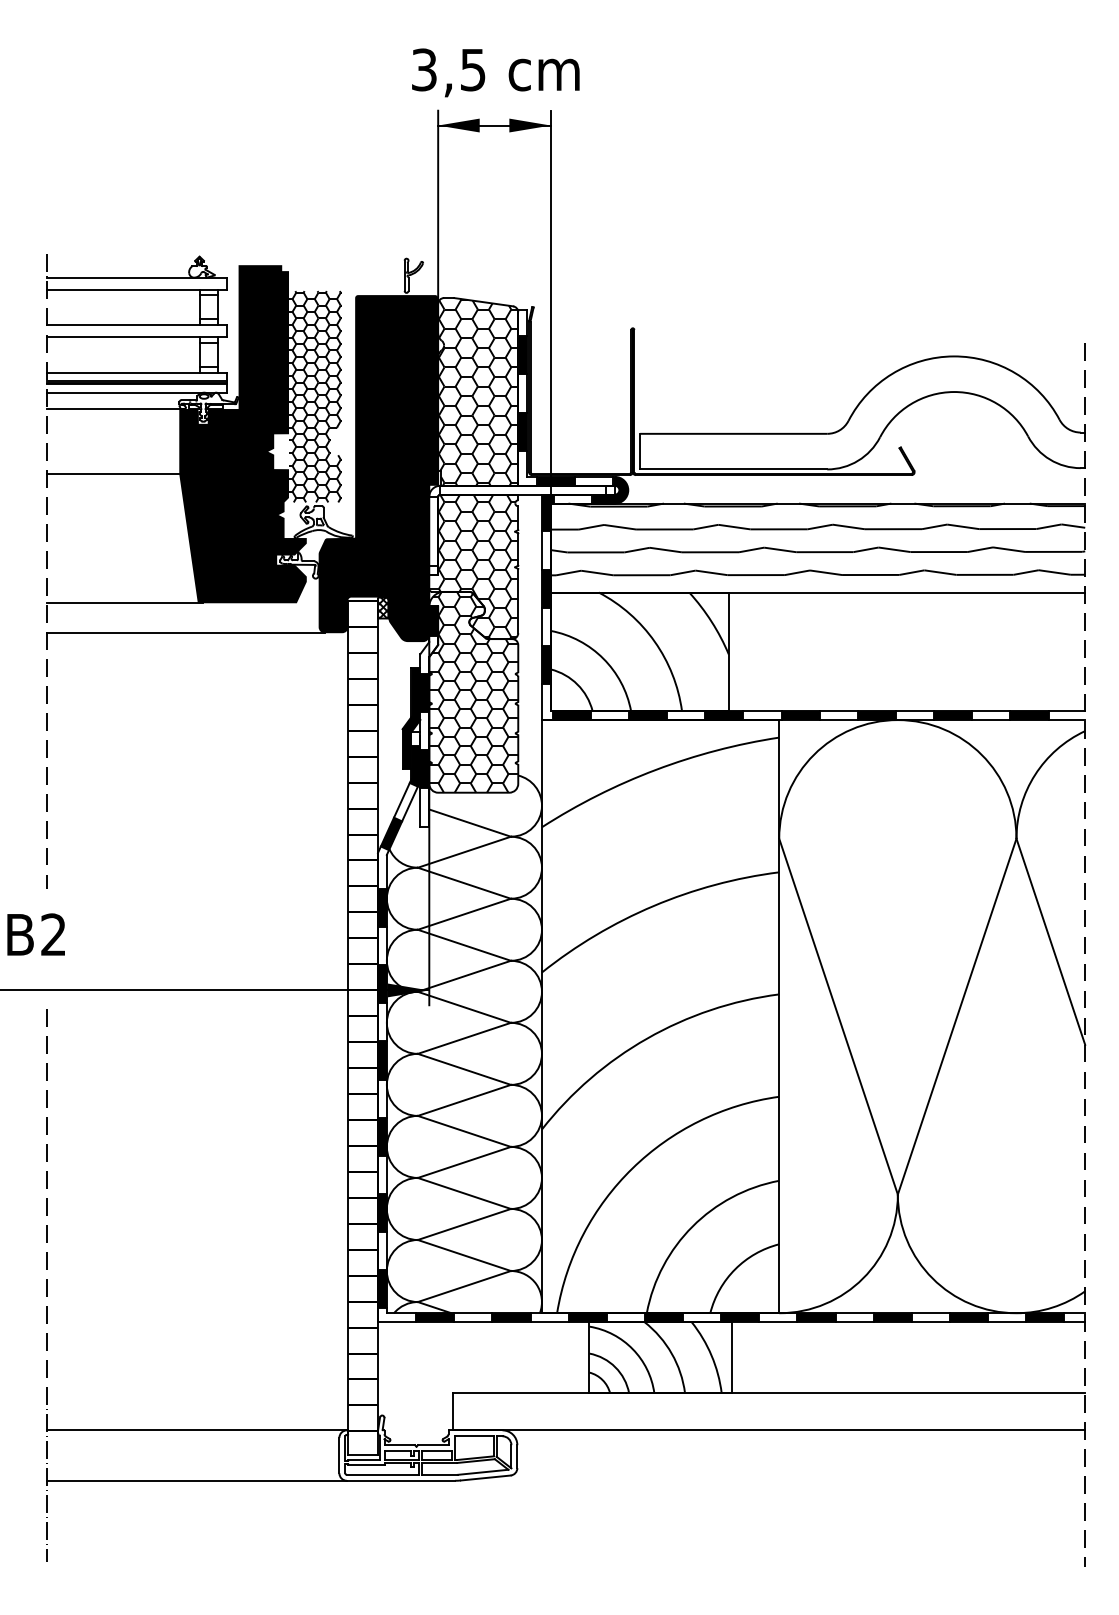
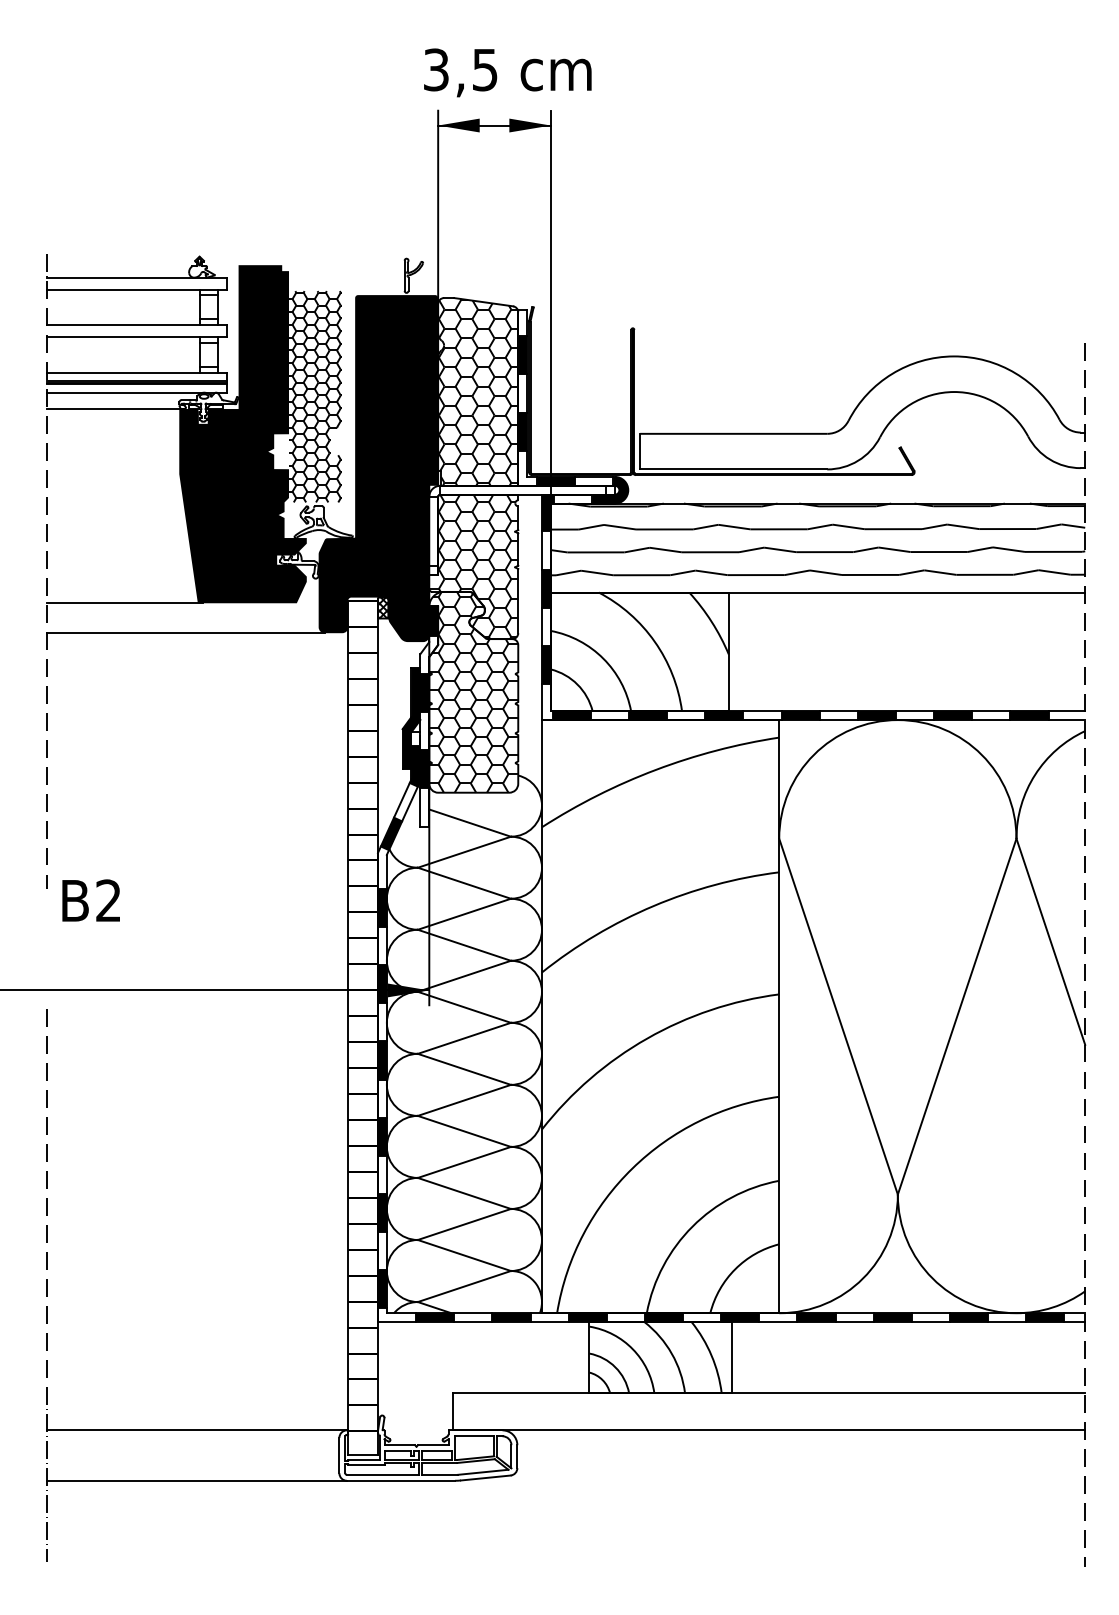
text at (495, 72) position: (495, 72) -> (507, 72)
line at (113, 473): present -> none
text at (35, 934) position: (35, 934) -> (90, 900)
